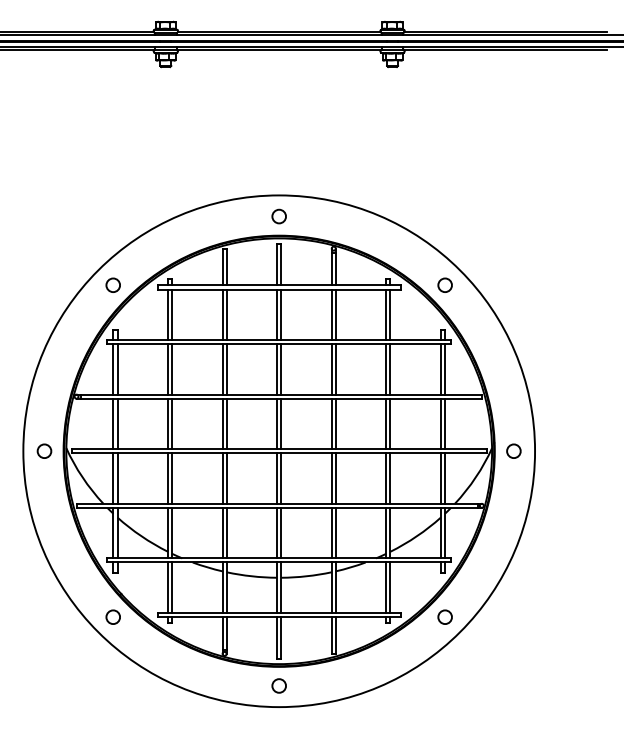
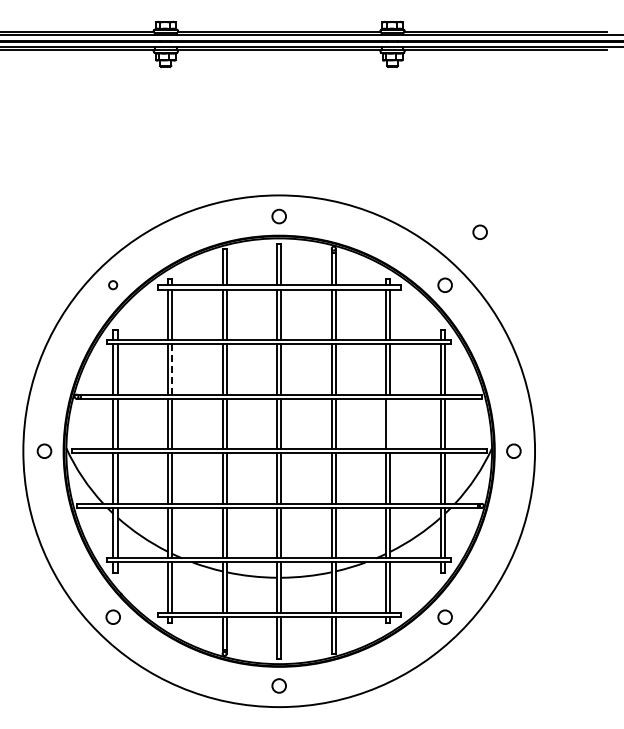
circle at (479, 231): none -> present
circle at (112, 284) size: 16x16 px -> 11x11 px
line at (172, 369): solid -> dashed
line at (390, 423): present -> none
